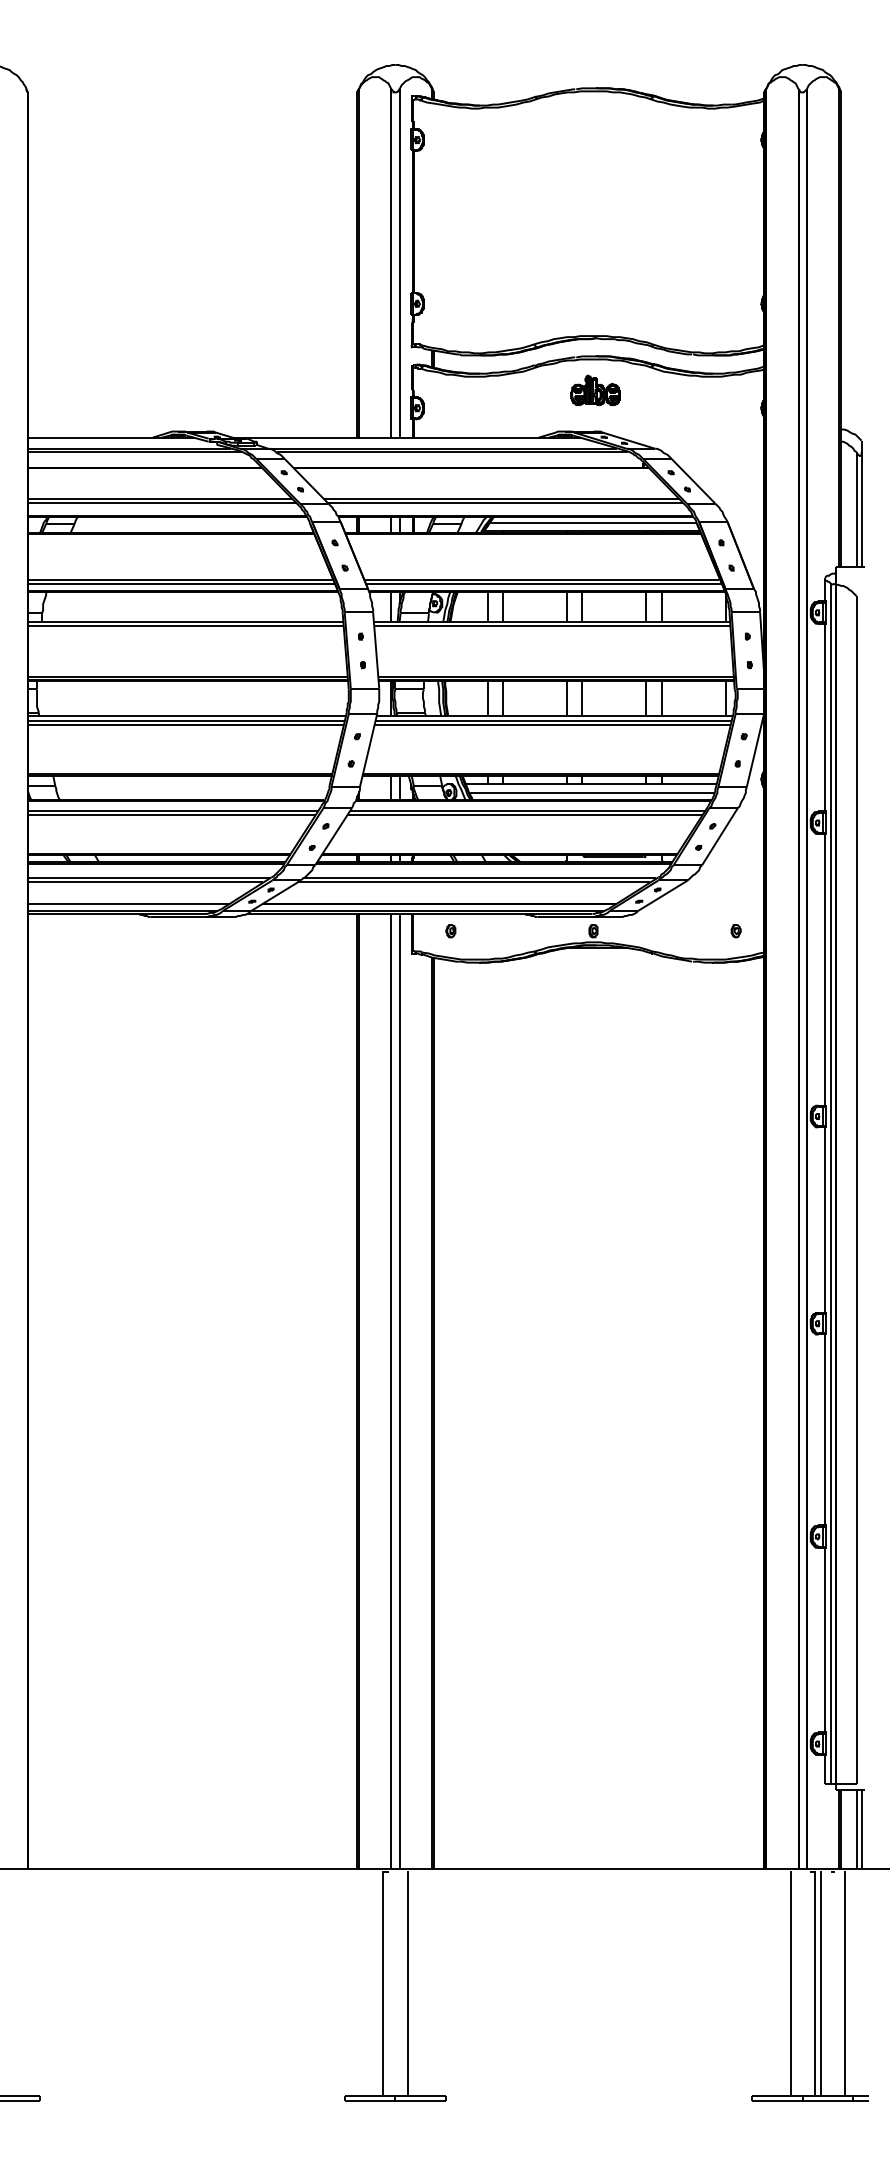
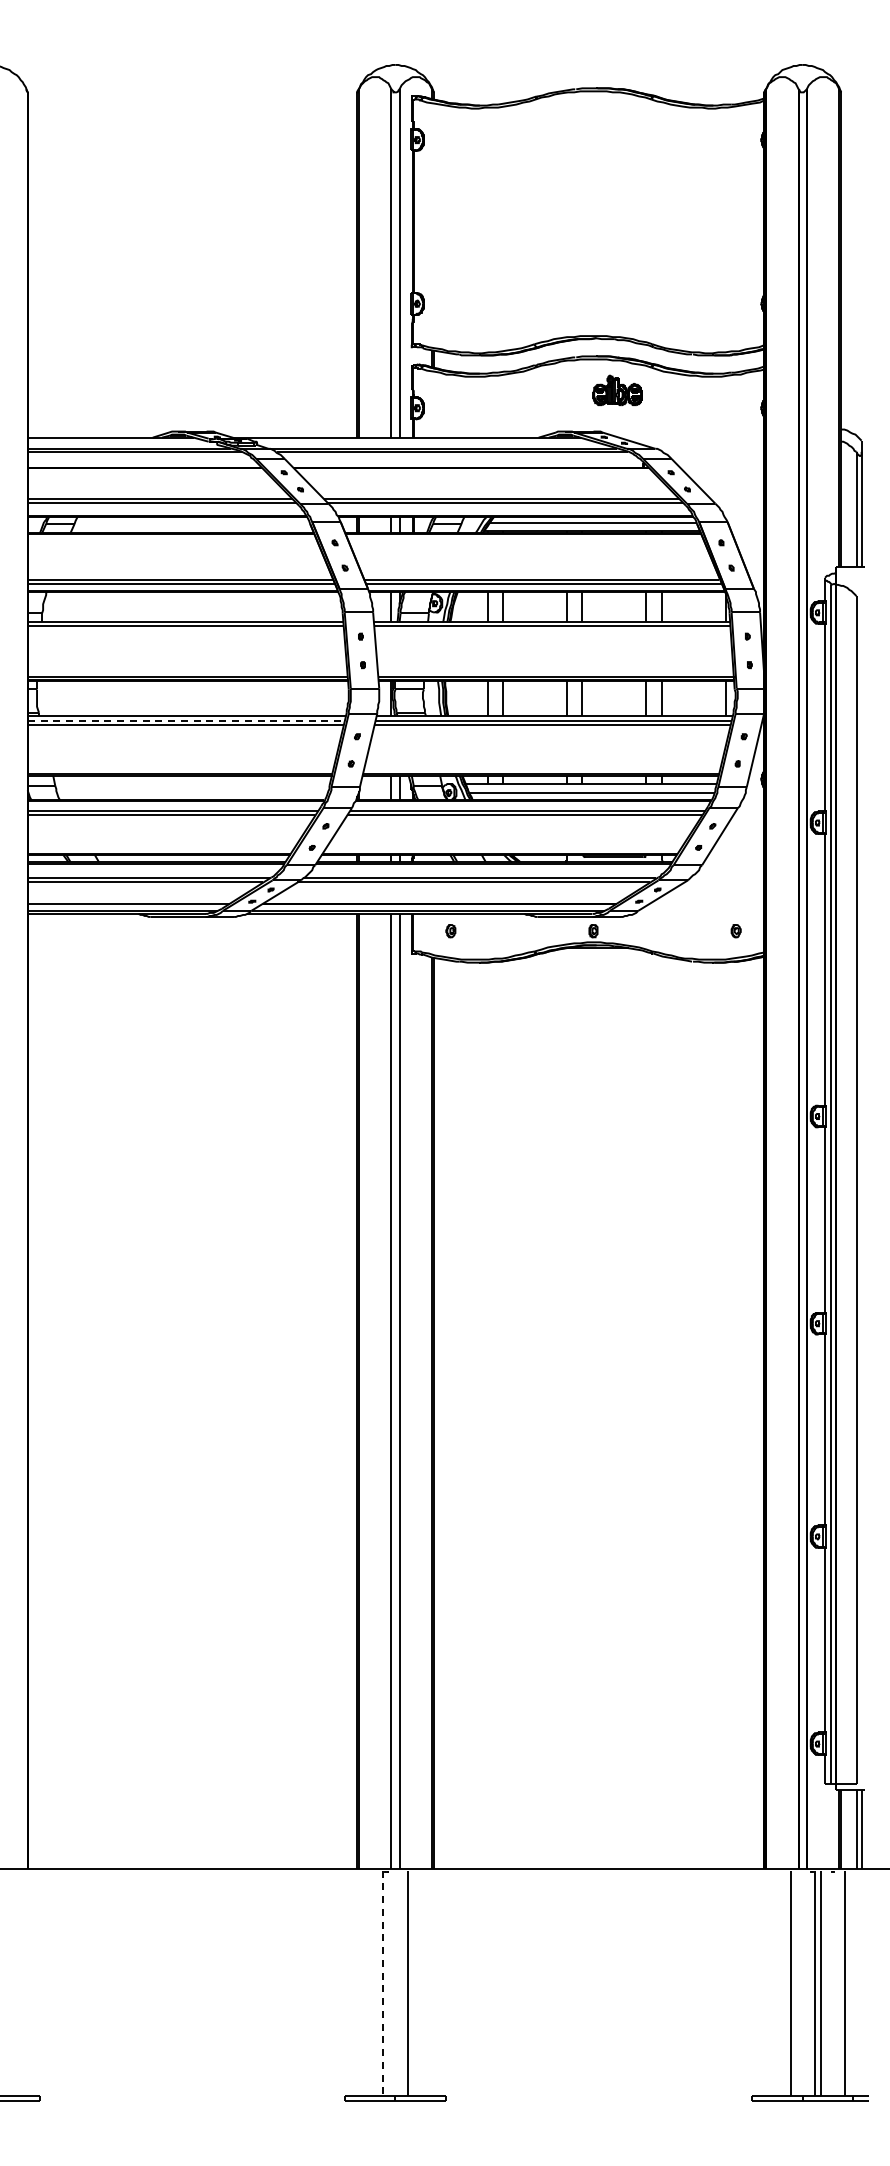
part at (595, 390) position: (595, 390) -> (617, 390)
line at (186, 720): solid -> dashed
line at (383, 1983): solid -> dashed
